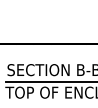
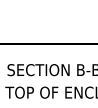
line at (49, 81): present -> none
